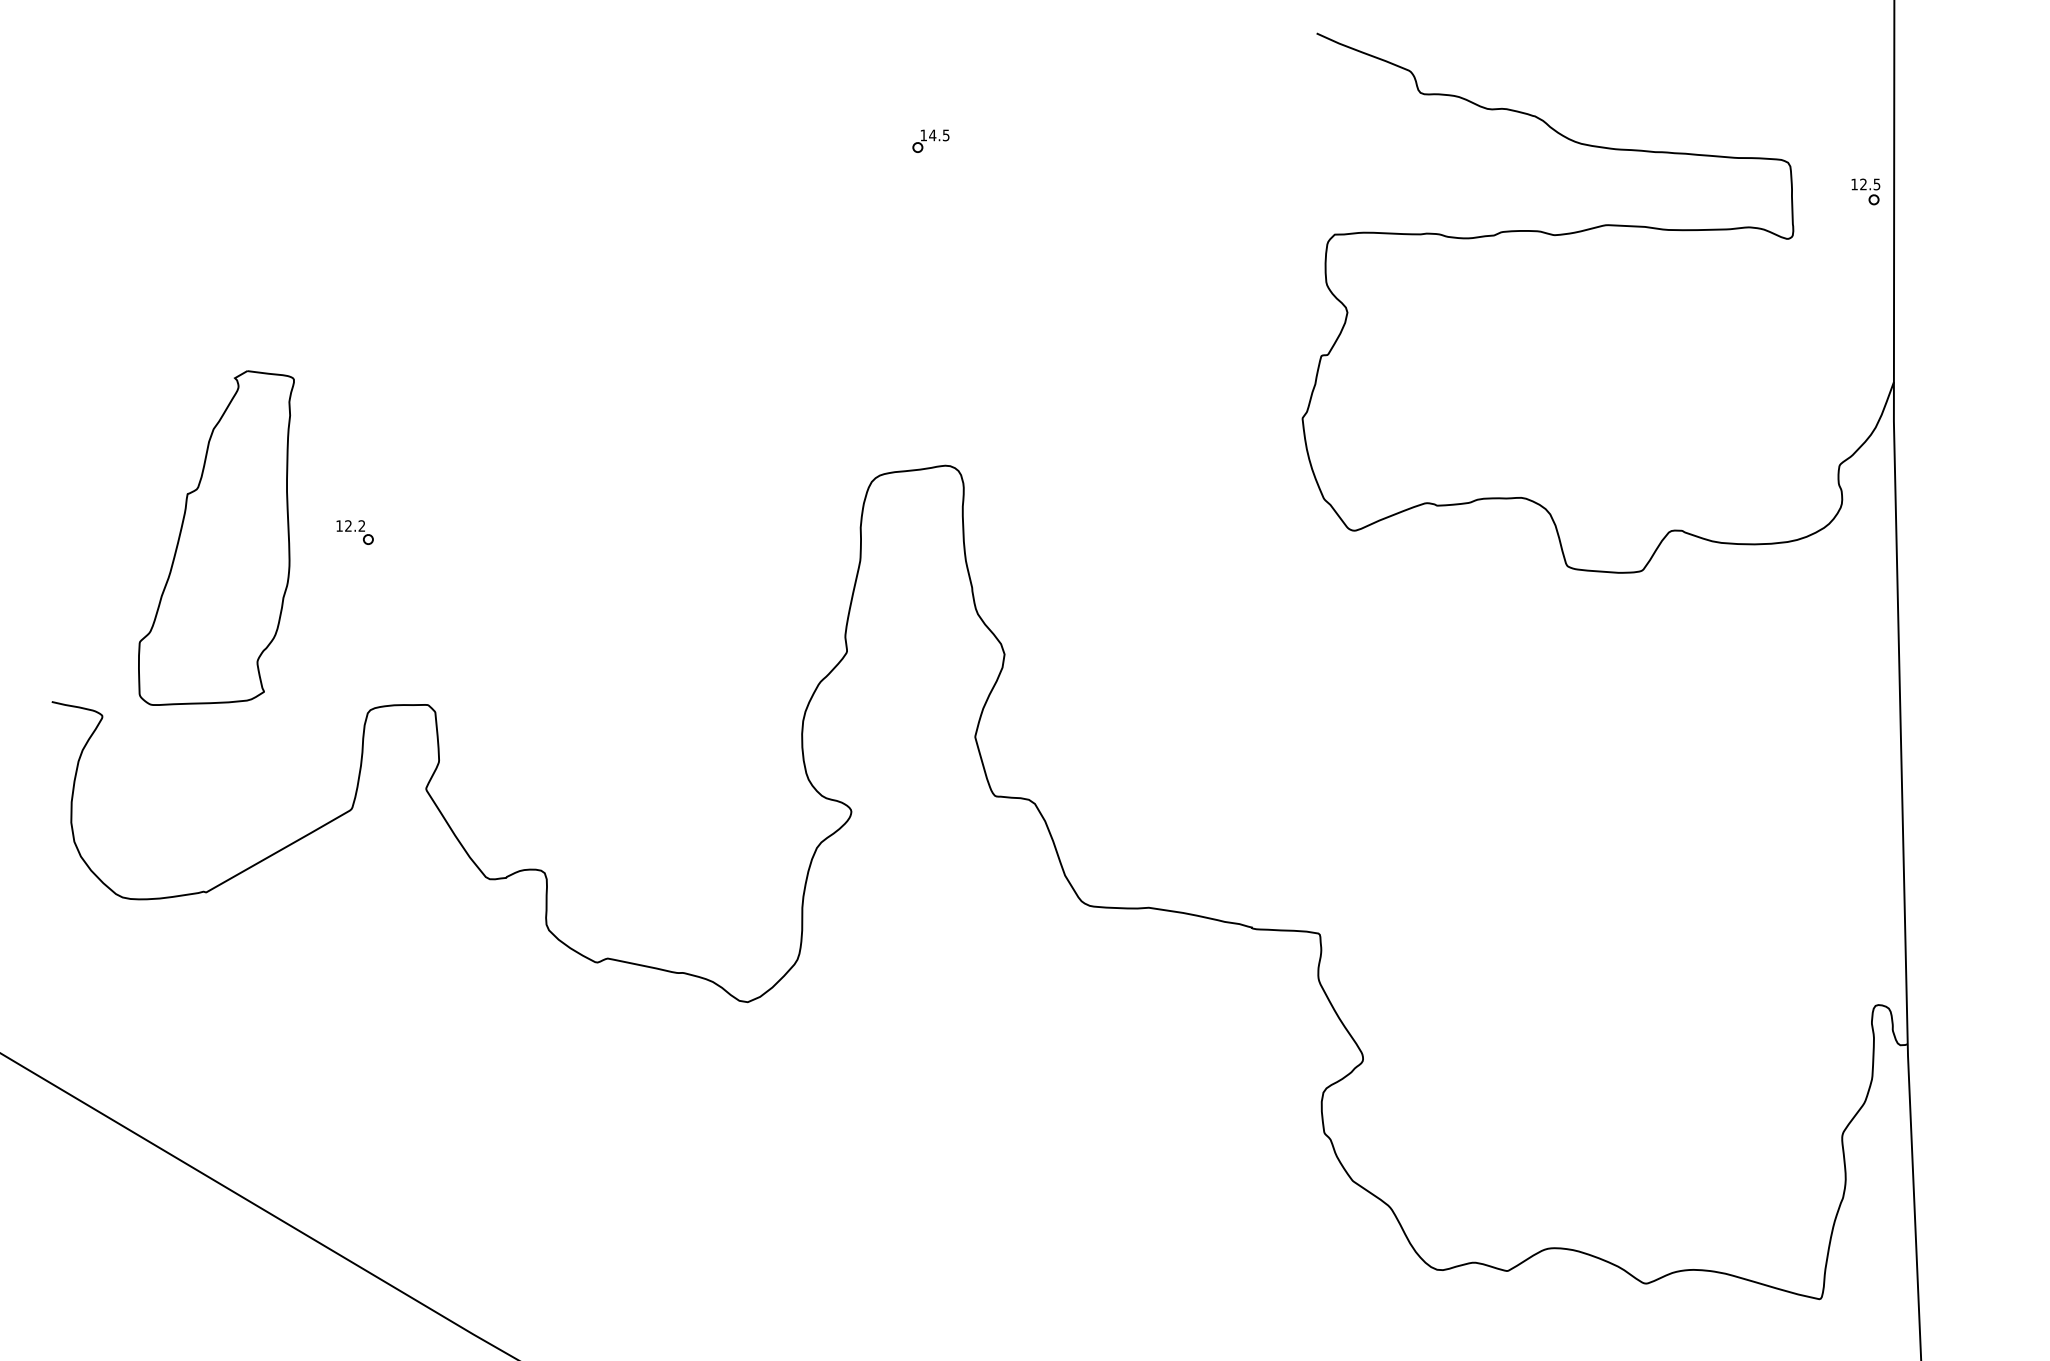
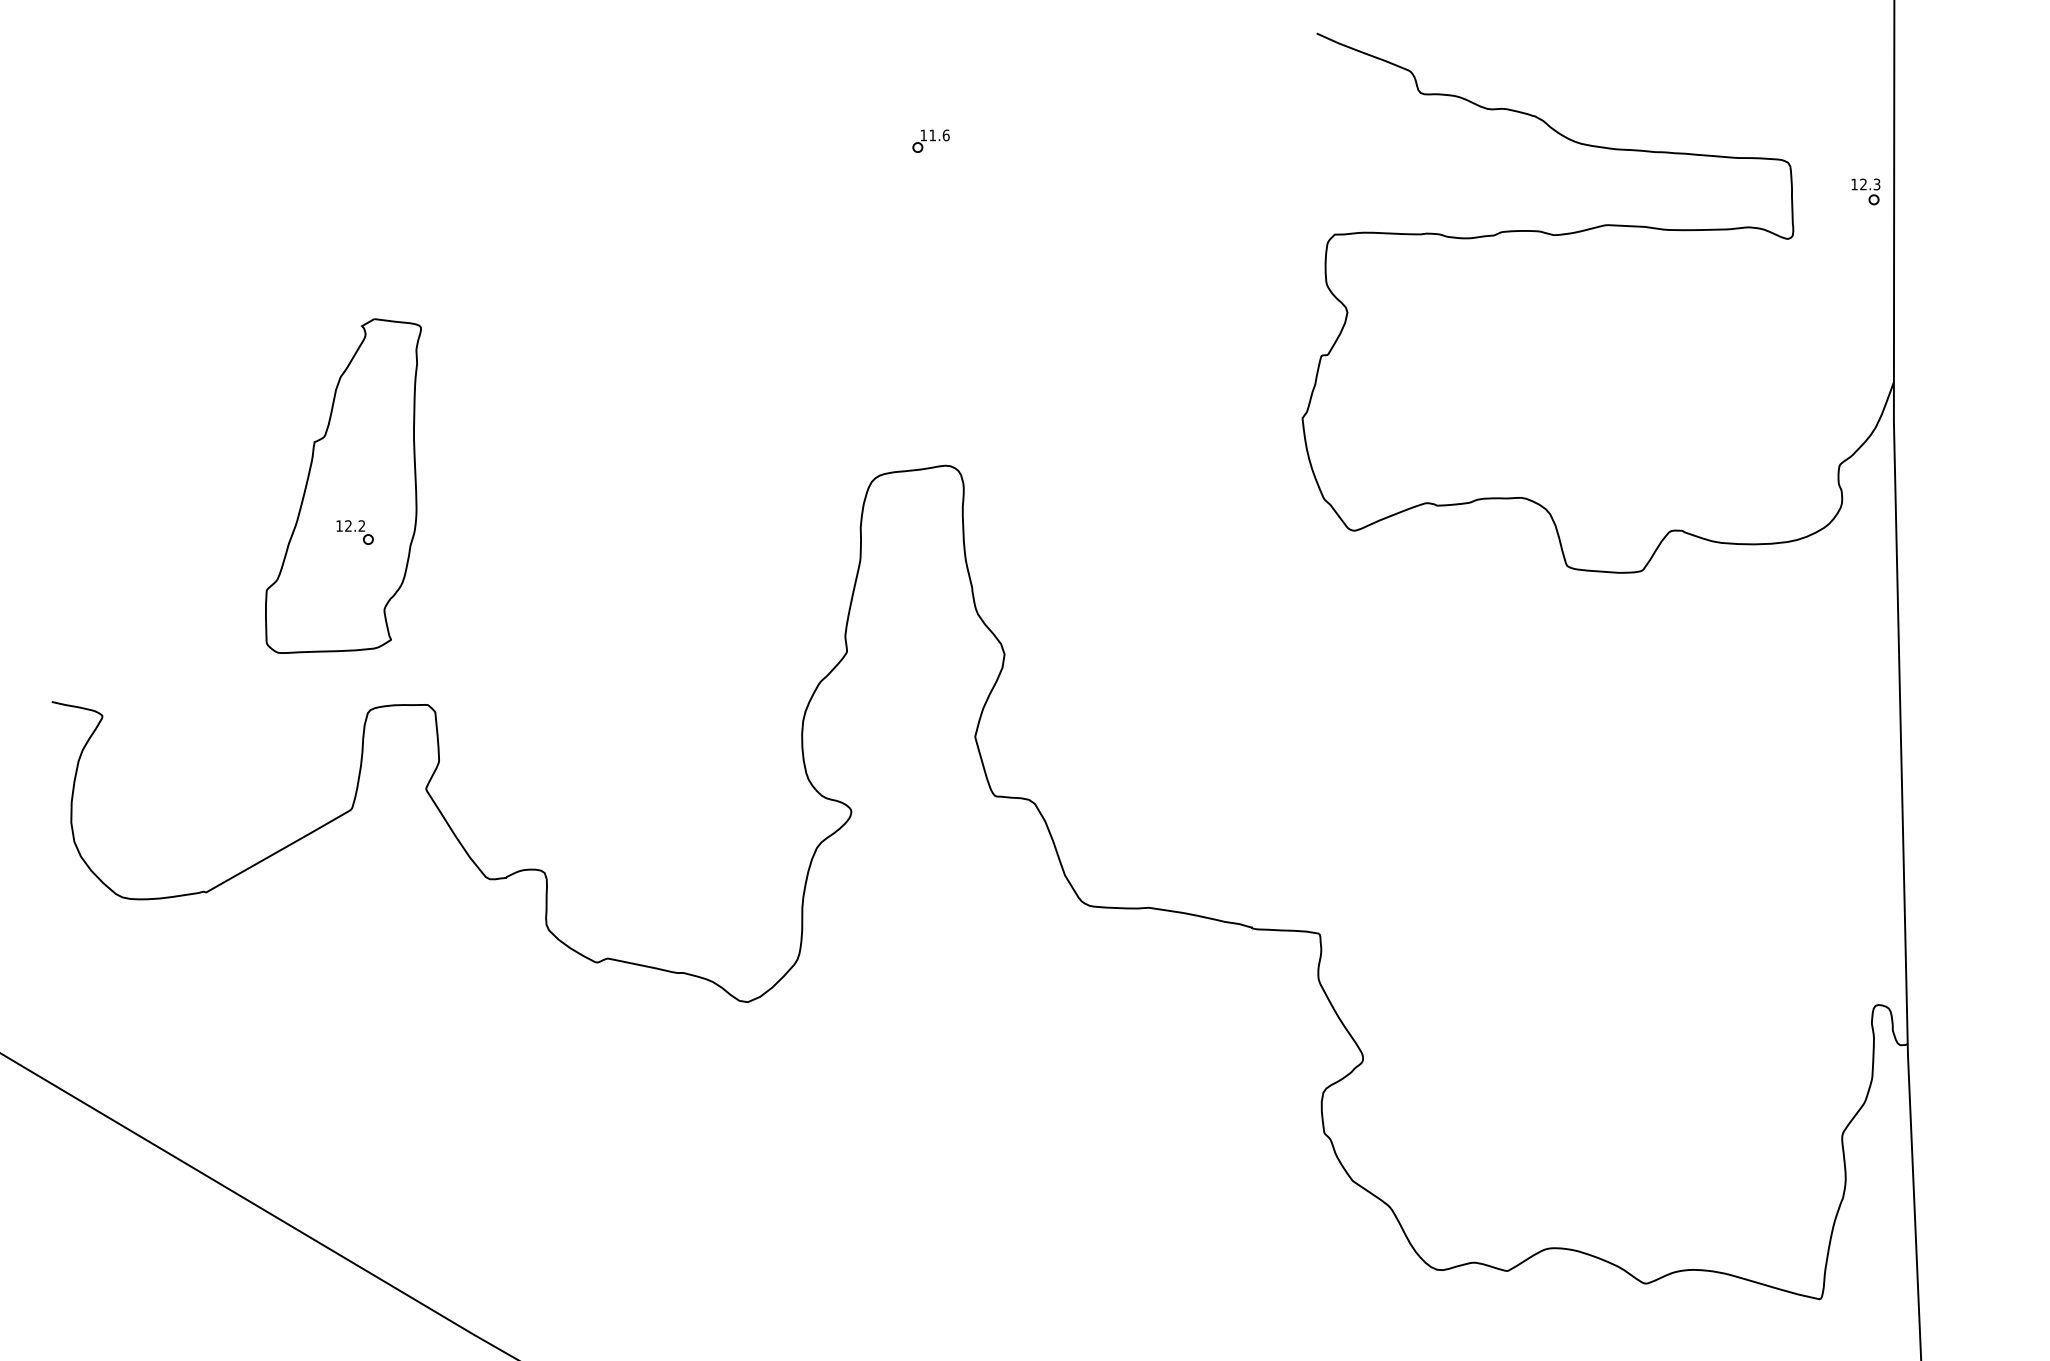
text at (939, 135): 14.5 -> 11.6
text at (1877, 183): 12.5 -> 12.3
part at (216, 537) position: (216, 537) -> (343, 485)
